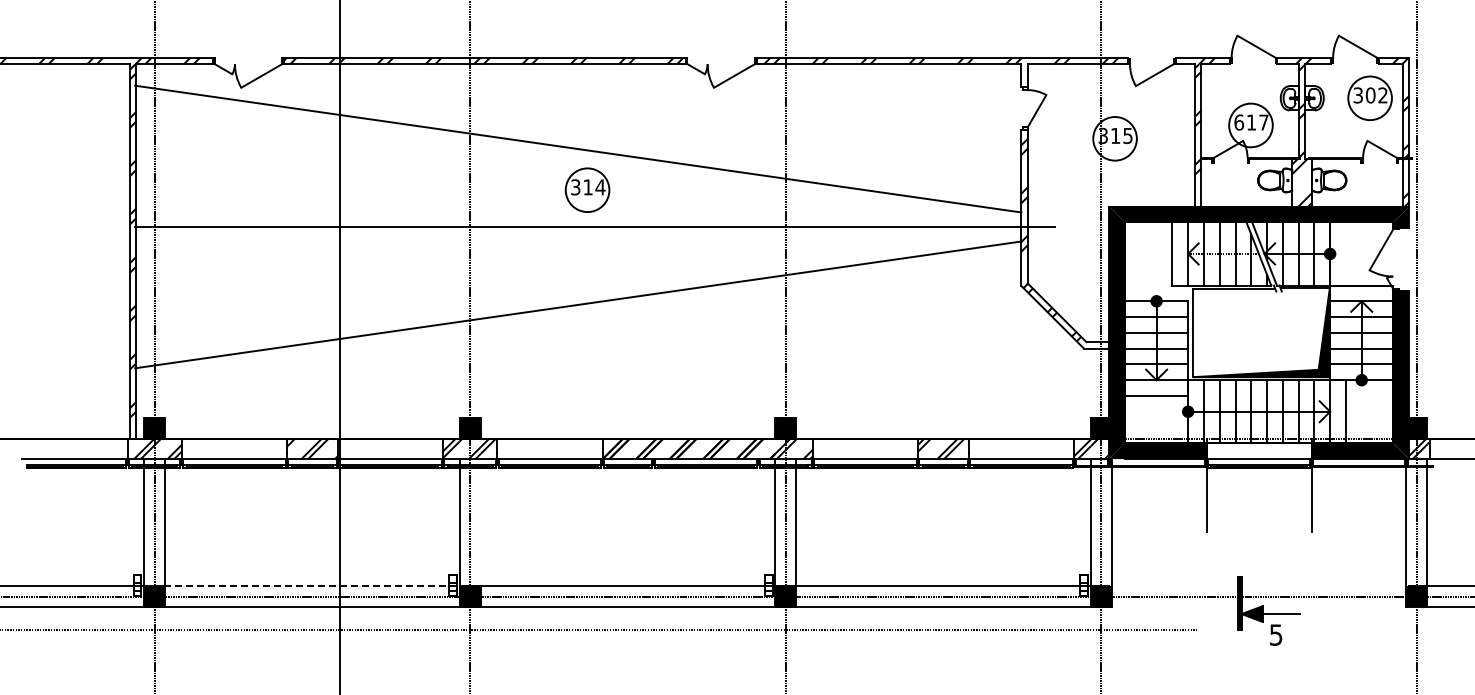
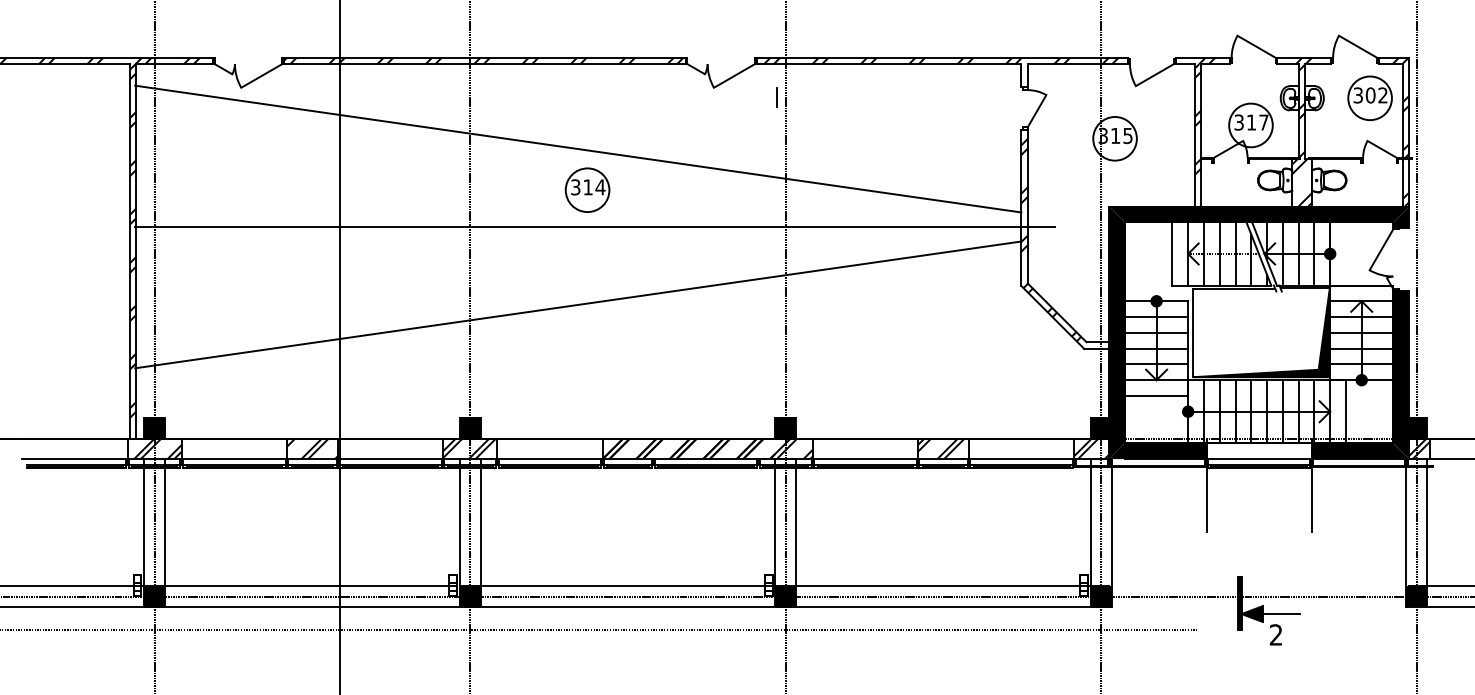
line at (776, 97): none -> present
text at (1239, 122): 617 -> 317
line at (480, 522): none -> present
line at (311, 586): dashed -> solid
text at (1275, 634): 5 -> 2
